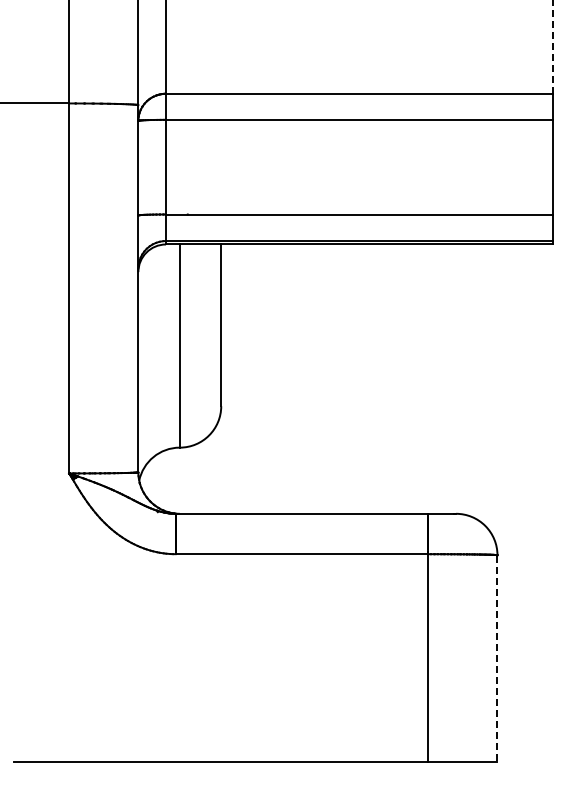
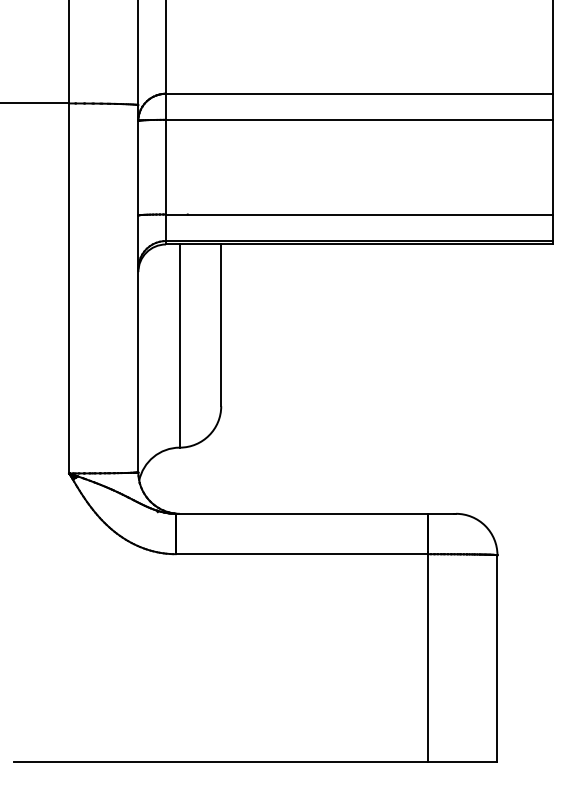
line at (552, 47): dashed -> solid
line at (497, 659): dashed -> solid
